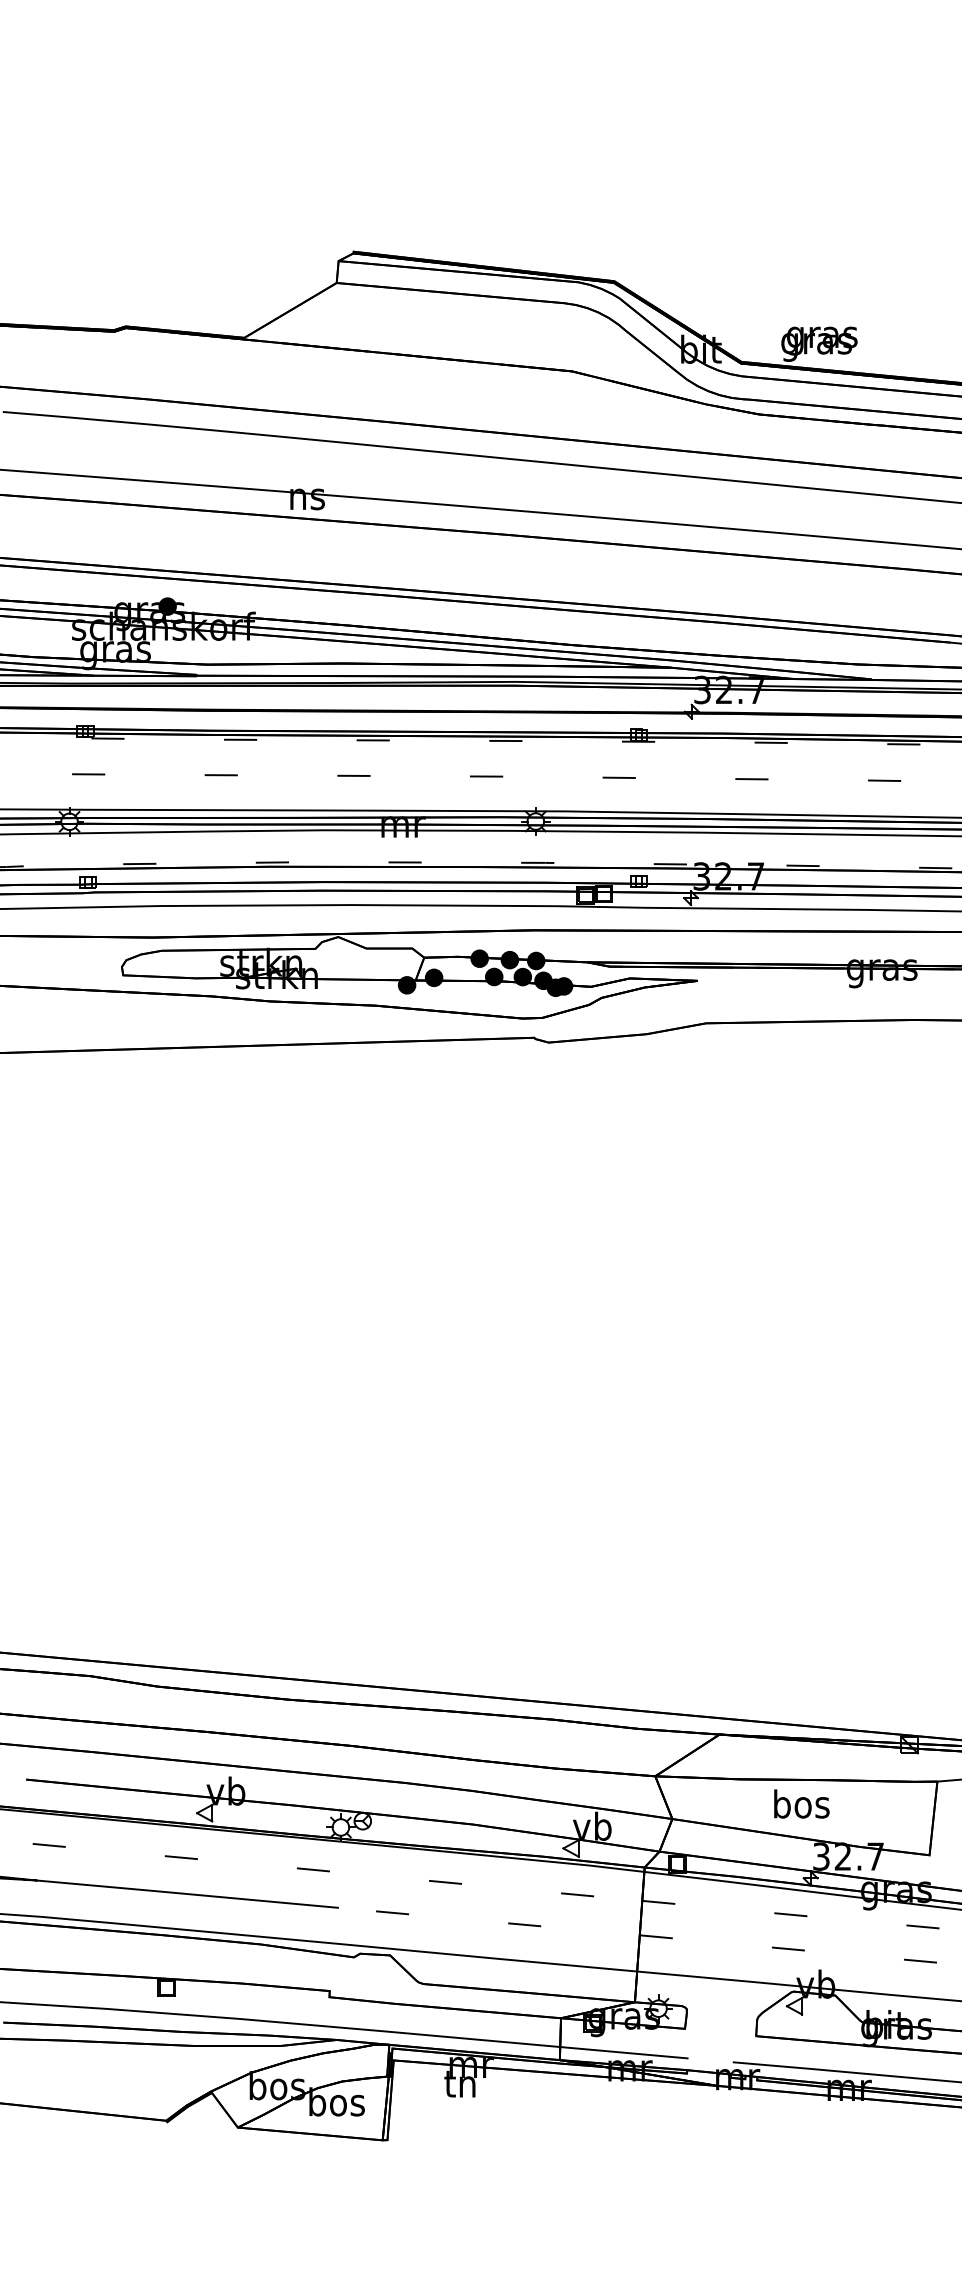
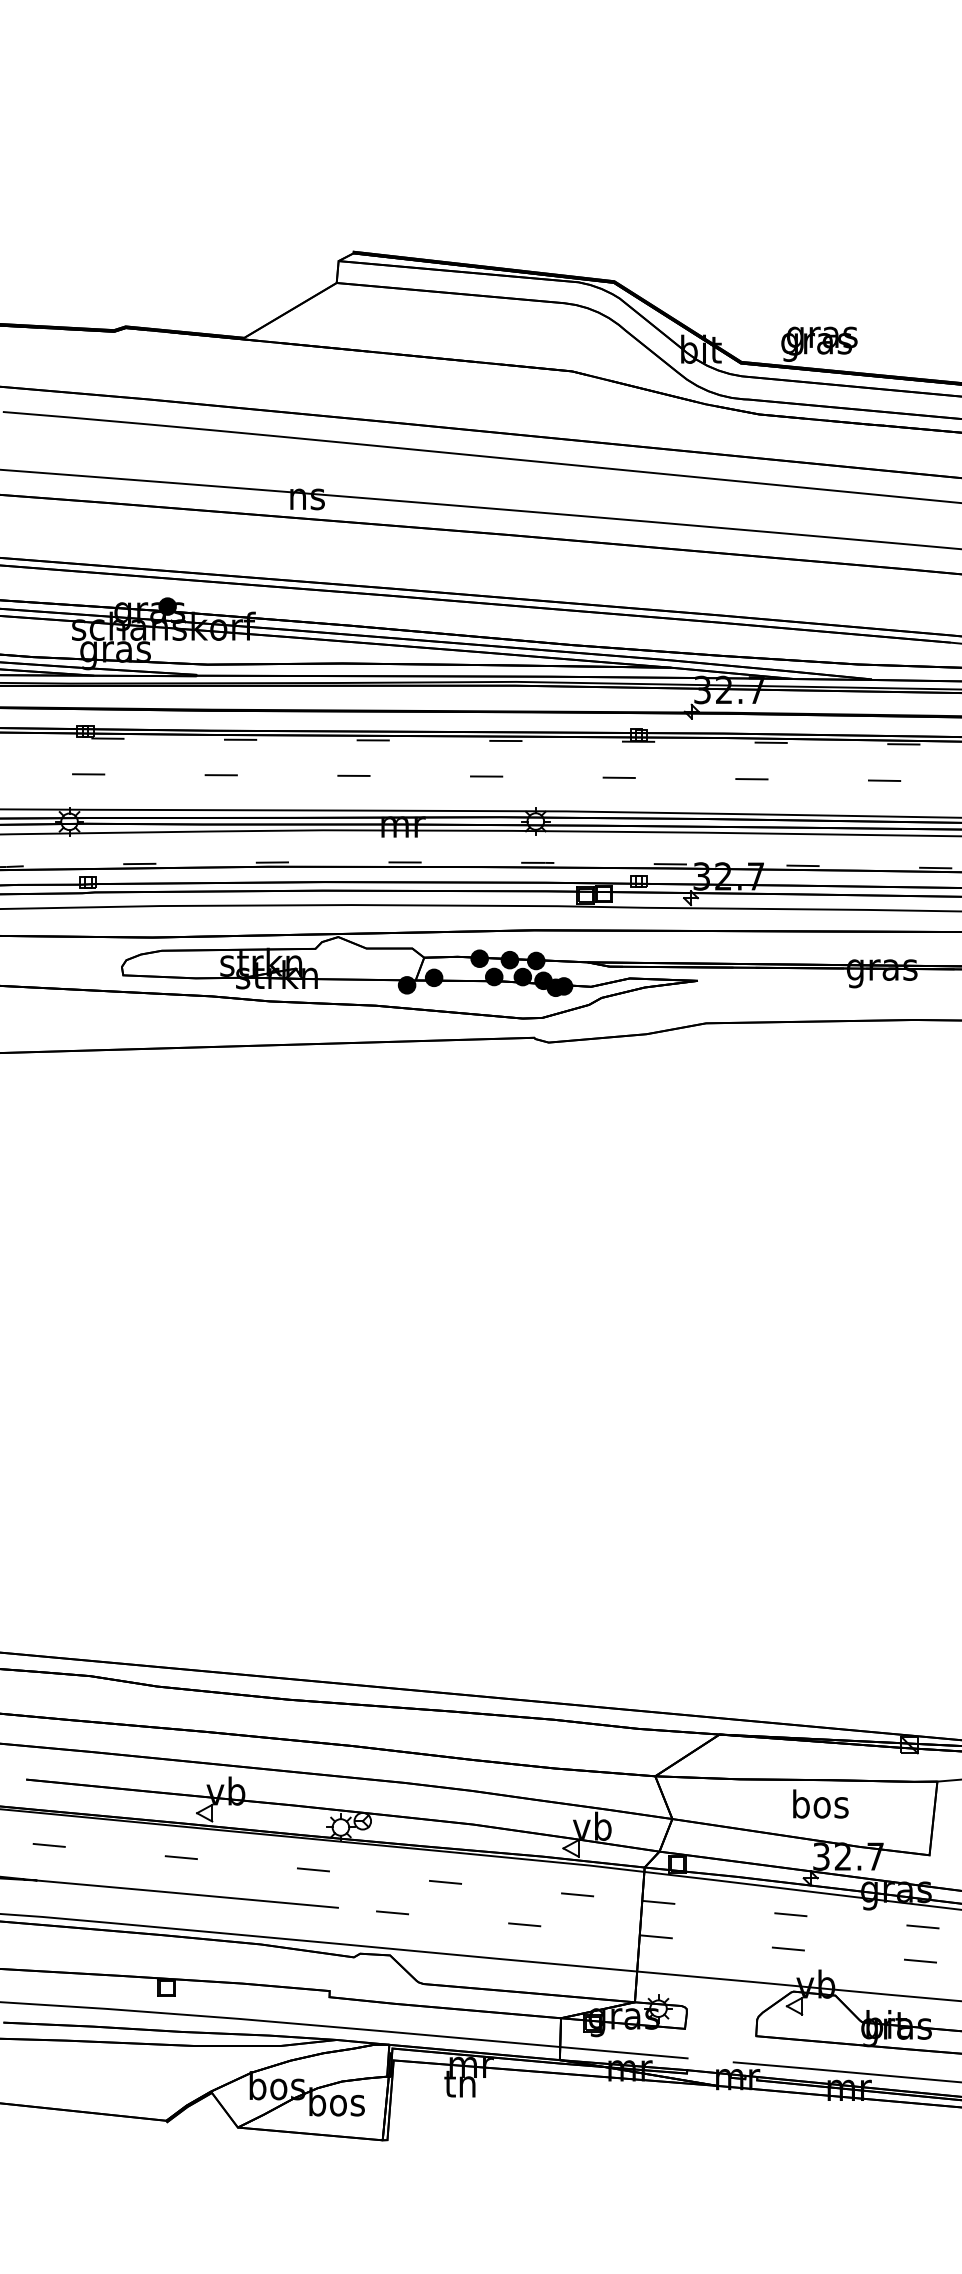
text at (801, 1803) position: (801, 1803) -> (820, 1803)
